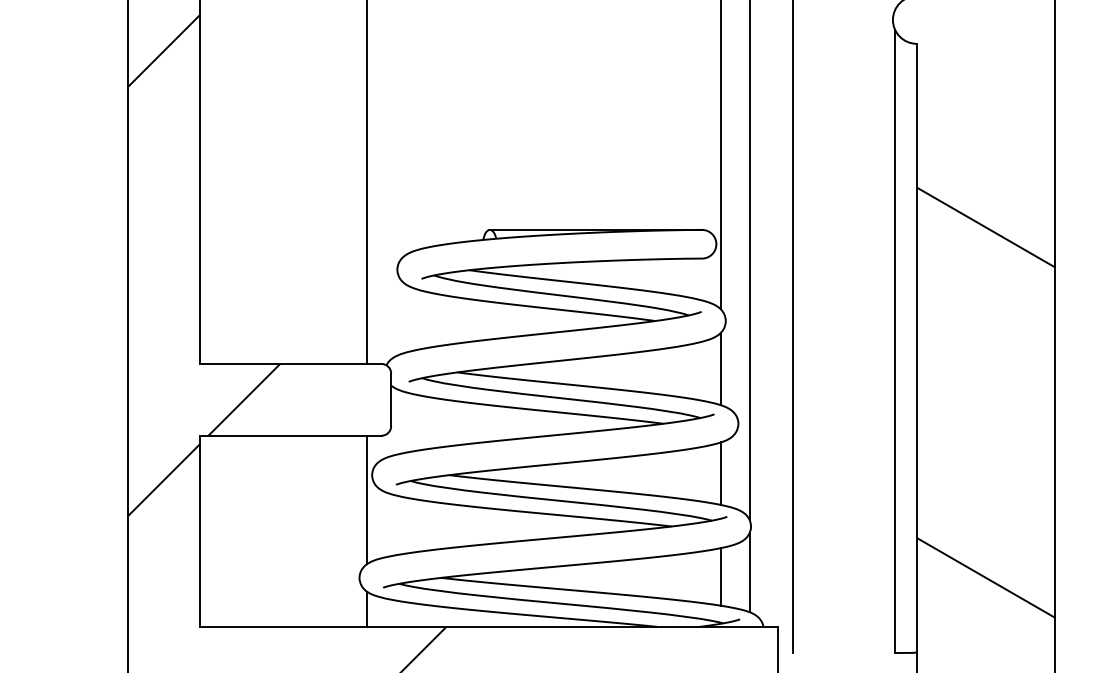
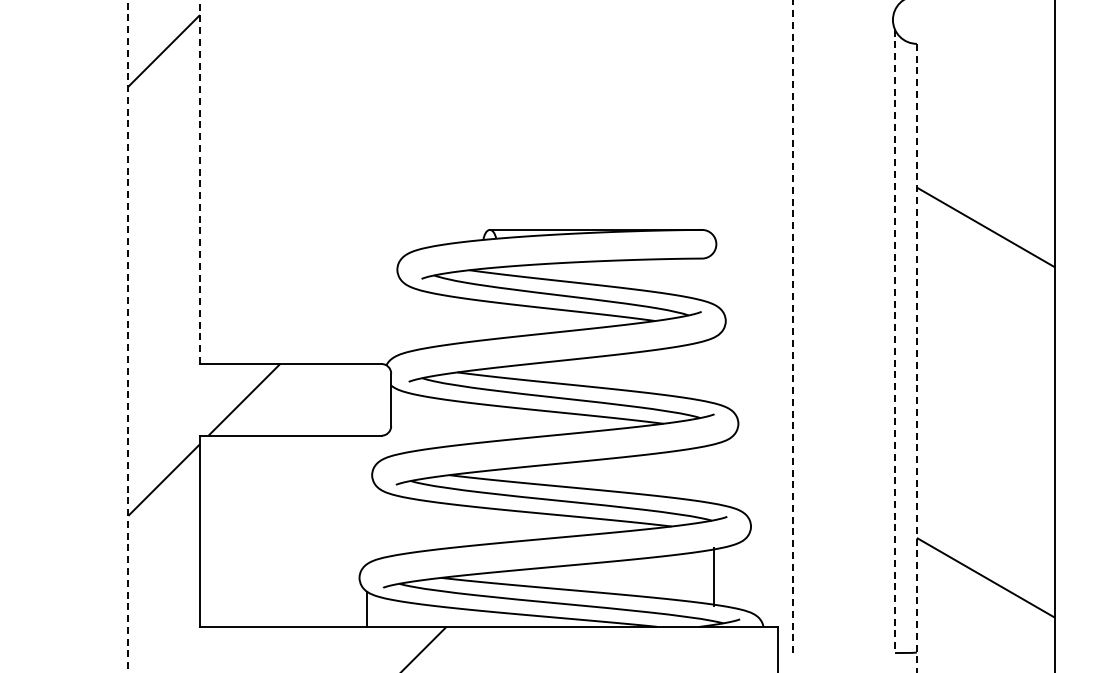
line at (720, 155): present -> none
line at (200, 182): solid -> dashed
line at (367, 183): present -> none
line at (749, 260): present -> none
line at (793, 326): solid -> dashed
line at (128, 336): solid -> dashed
line at (895, 341): solid -> dashed
line at (916, 358): solid -> dashed
line at (720, 368): present -> none
line at (720, 473): present -> none
line at (367, 499): present -> none
line at (749, 572): present -> none
line at (720, 576) position: (720, 576) -> (713, 576)
